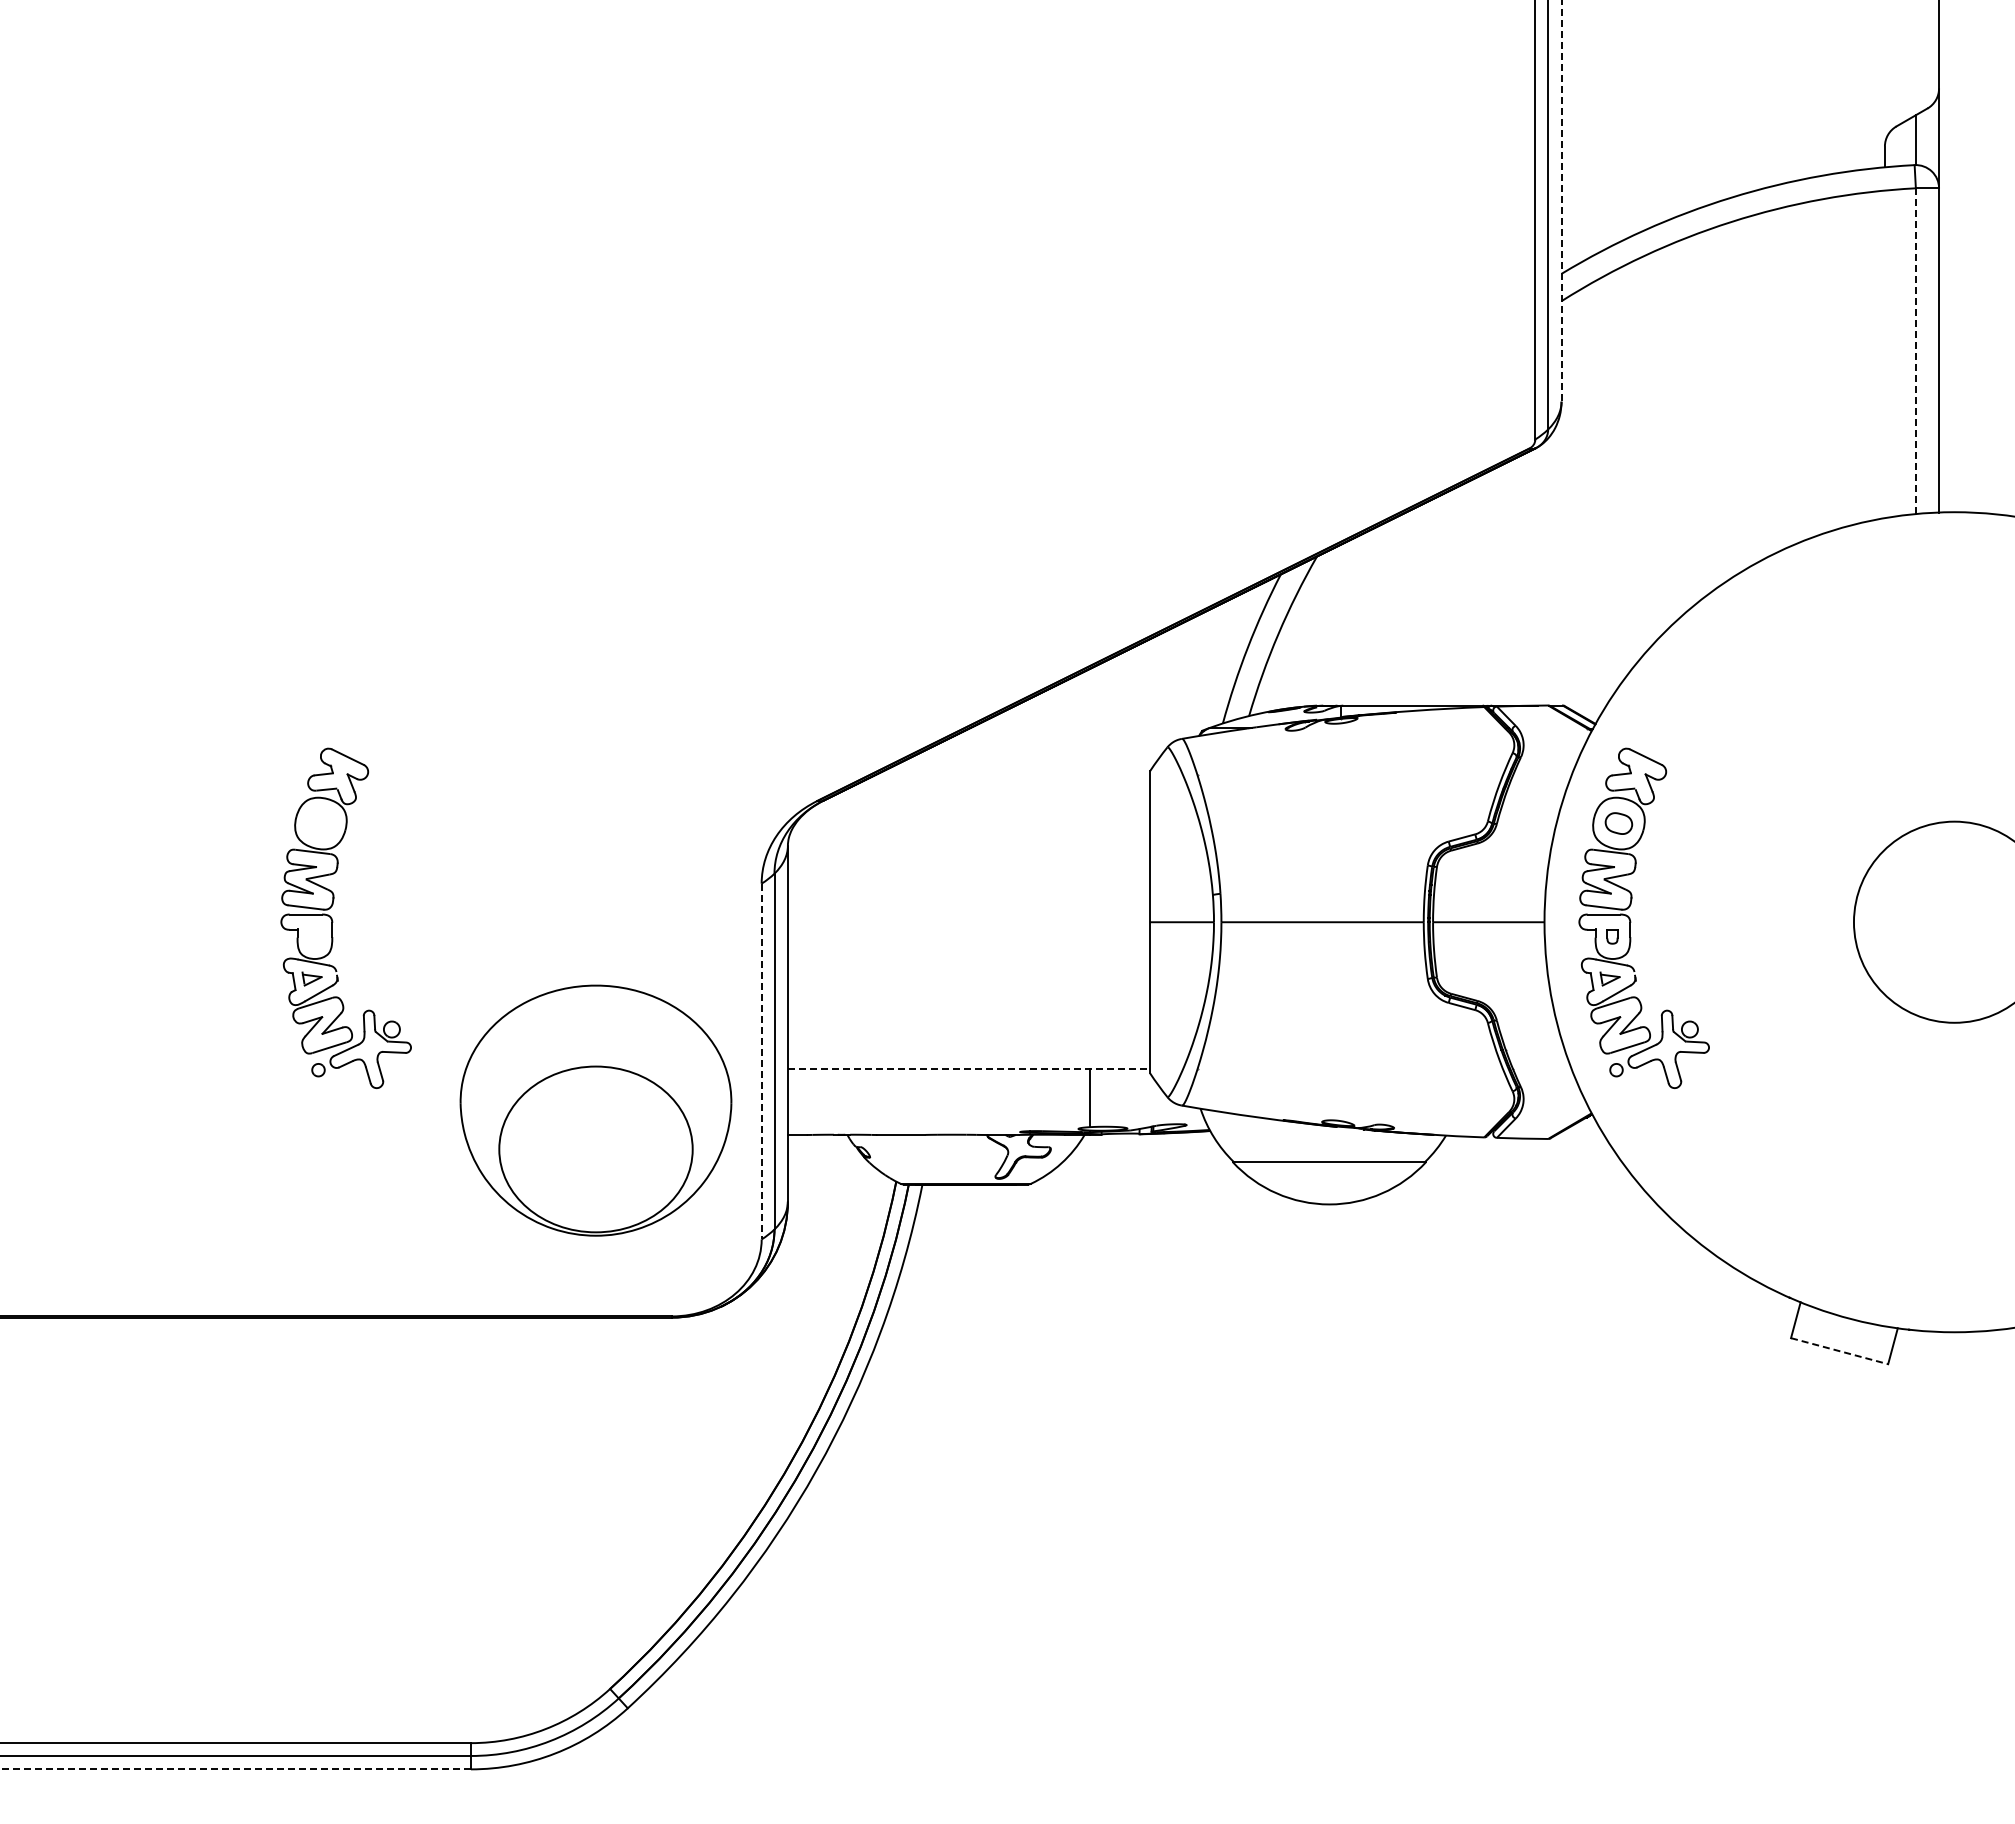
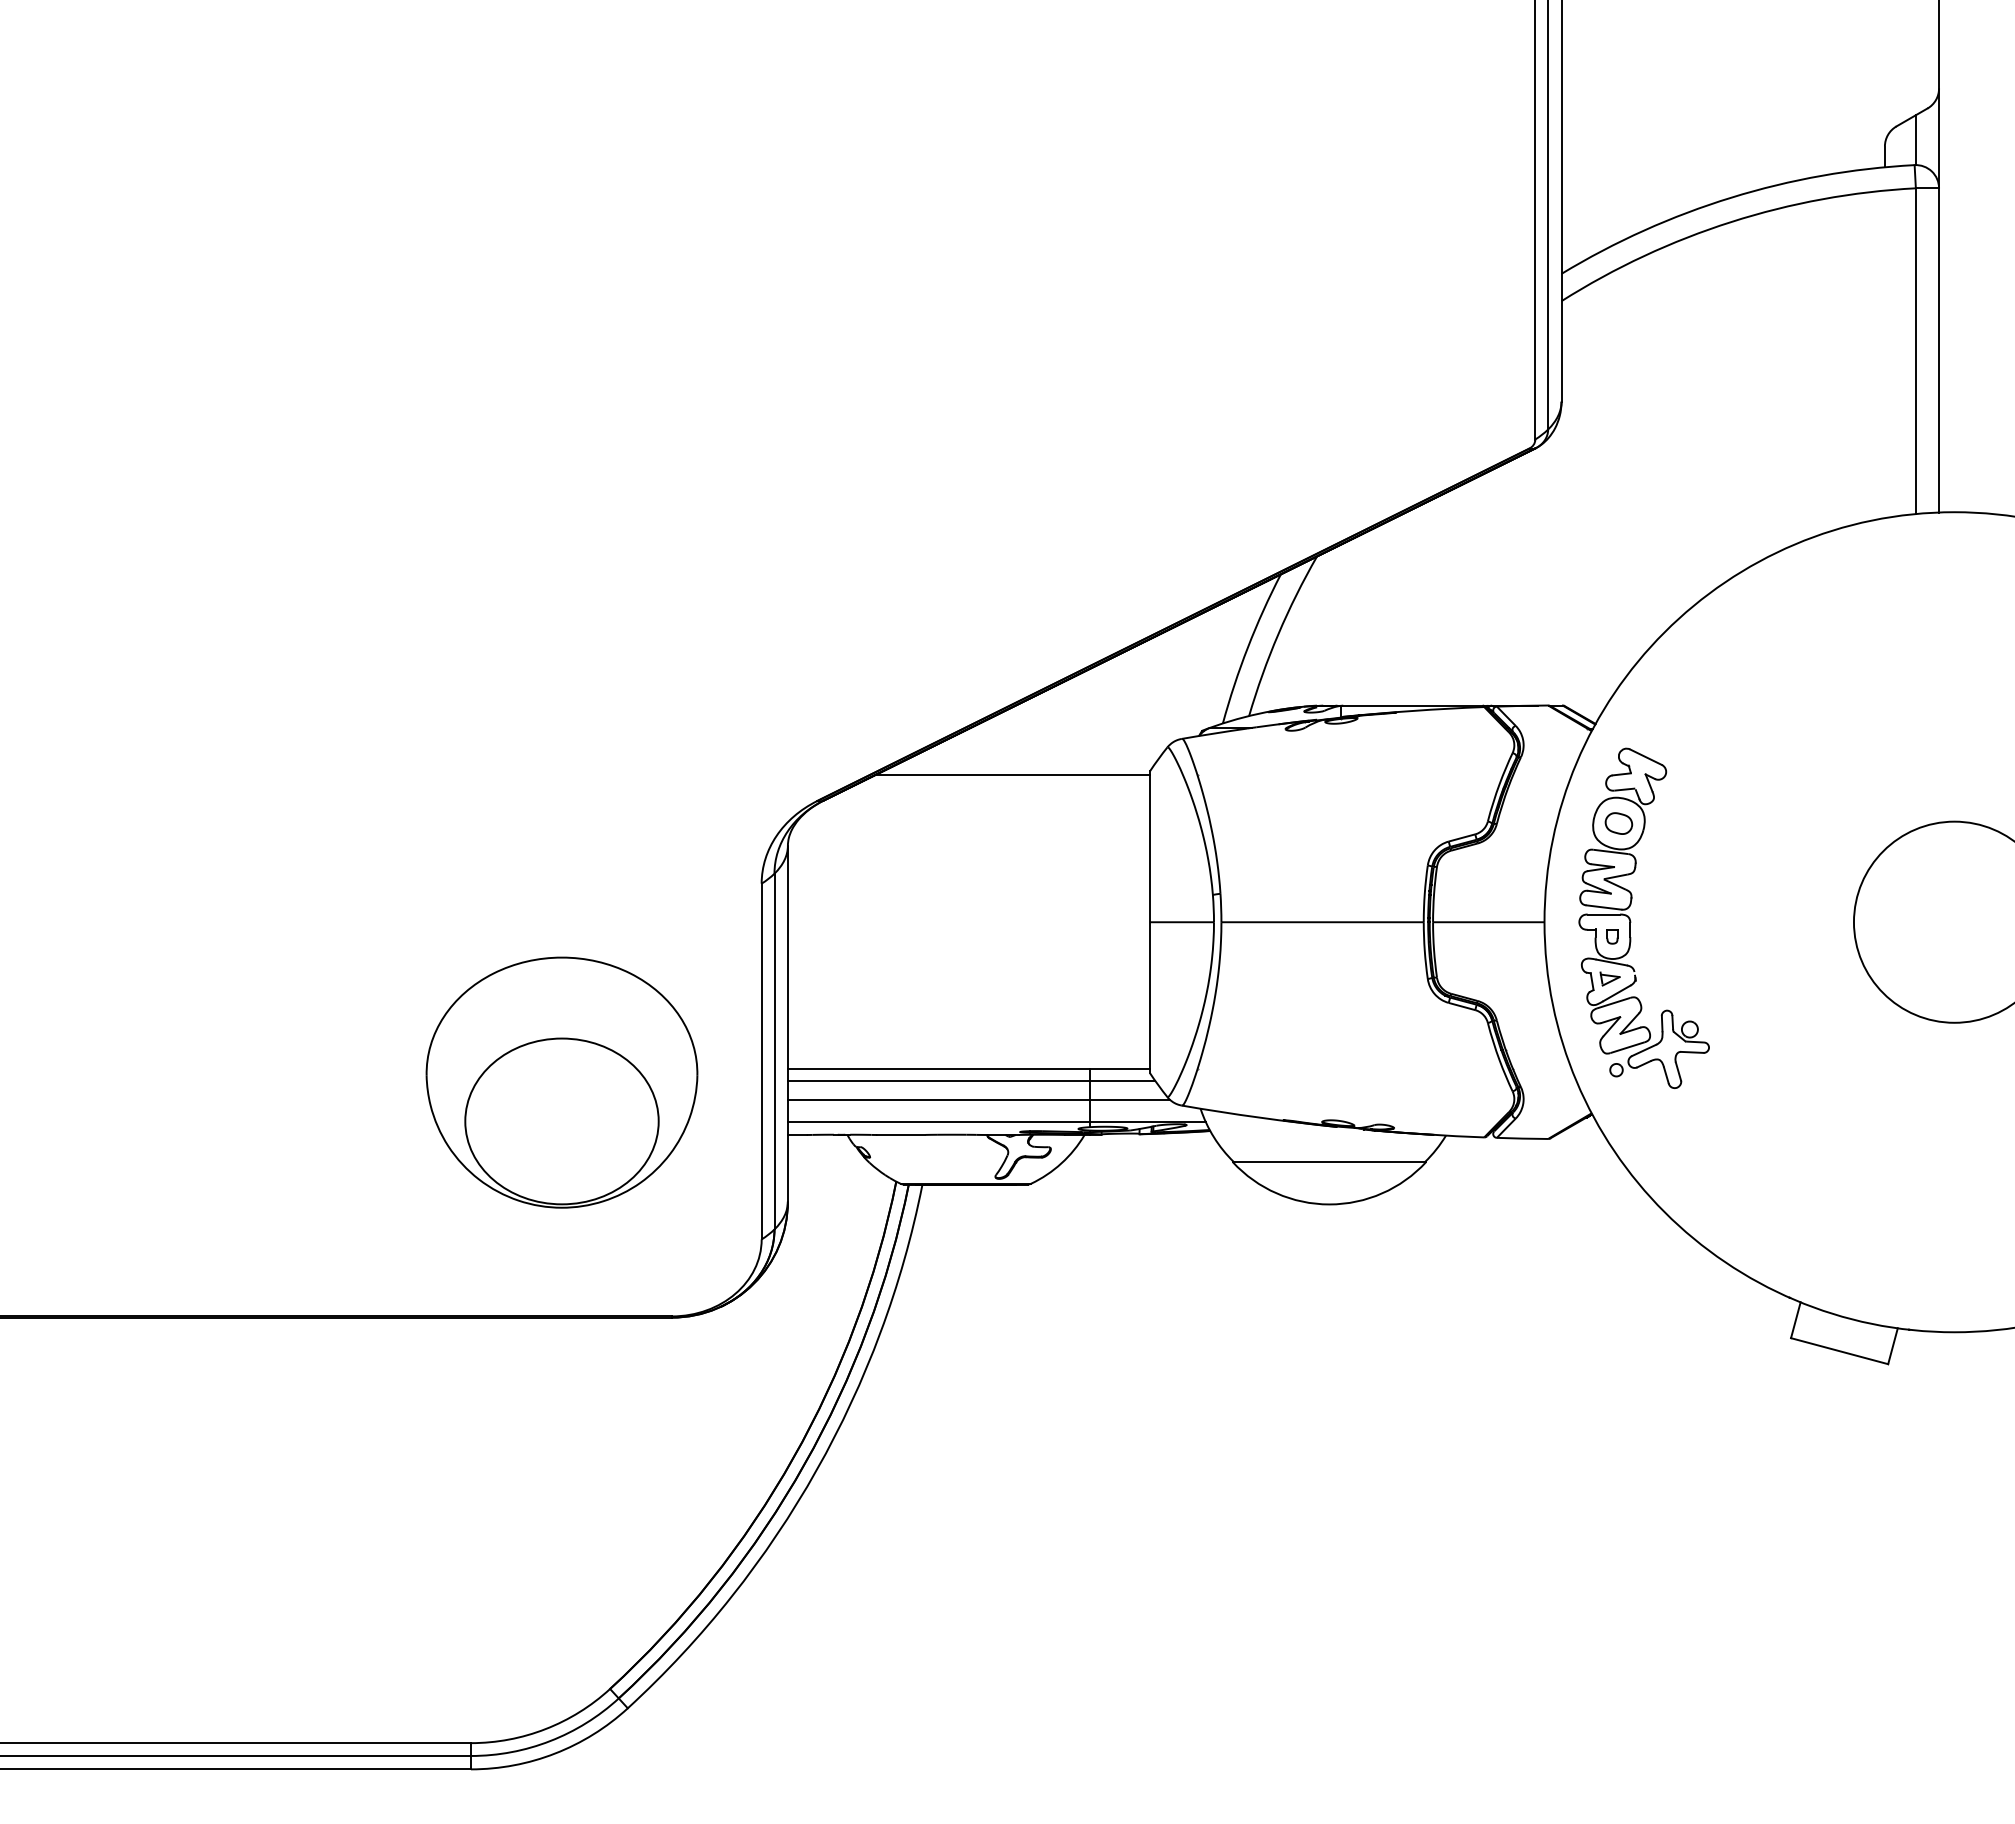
line at (1561, 201): dashed -> solid
line at (1915, 351): dashed -> solid
line at (1011, 775): none -> present
part at (333, 921): present -> none
line at (761, 1061): dashed -> solid
line at (969, 1069): dashed -> solid
line at (971, 1080): none -> present
line at (978, 1099): none -> present
part at (595, 1110) position: (595, 1110) -> (561, 1082)
line at (996, 1121): none -> present
line at (1840, 1351): dashed -> solid
line at (234, 1769): dashed -> solid
